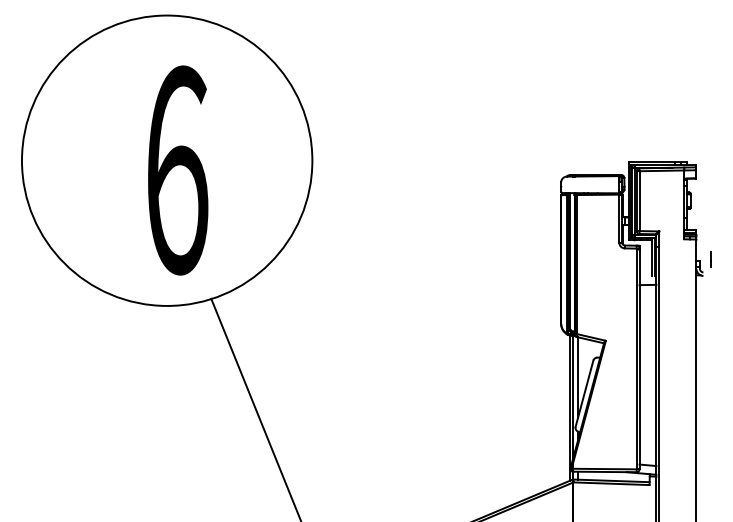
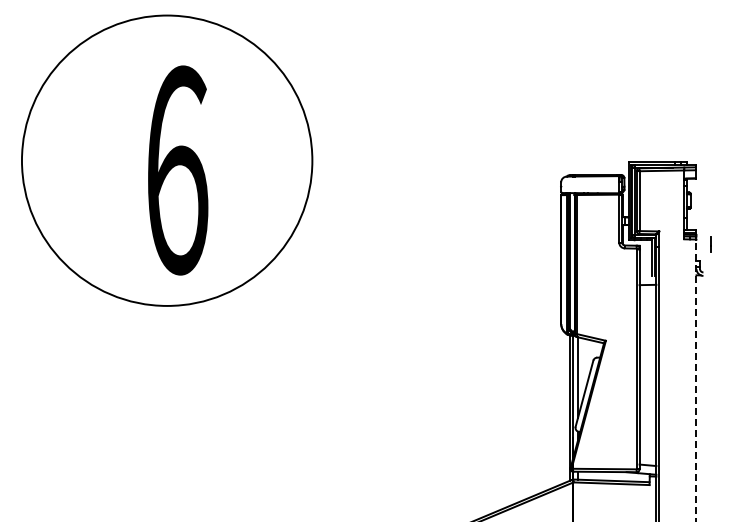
line at (710, 259) position: (710, 259) -> (710, 244)
line at (696, 380): solid -> dashed
line at (255, 408): present -> none
